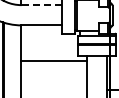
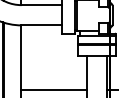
line at (42, 5): dashed -> solid
line at (53, 61) position: (53, 61) -> (53, 90)
